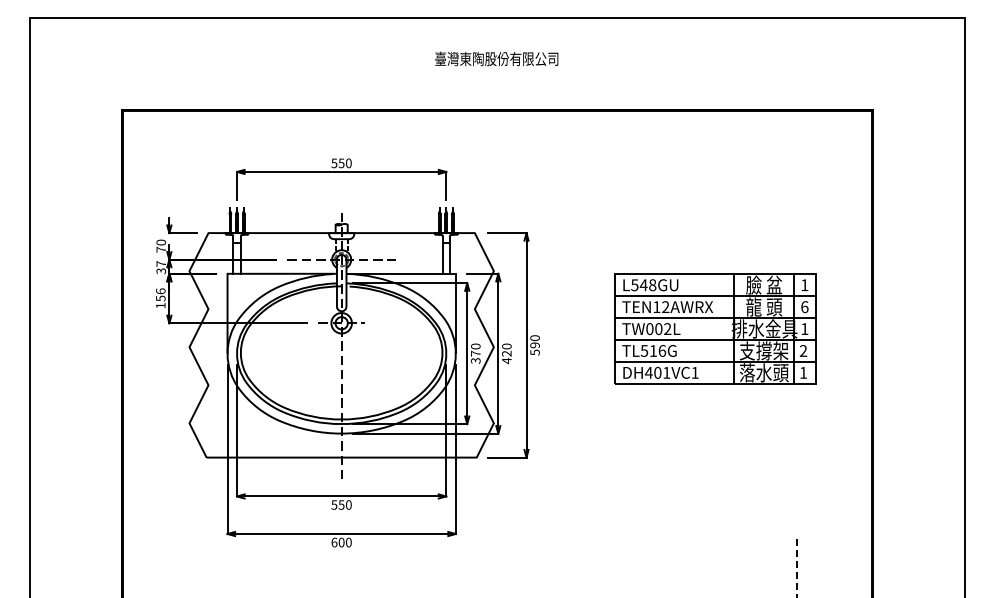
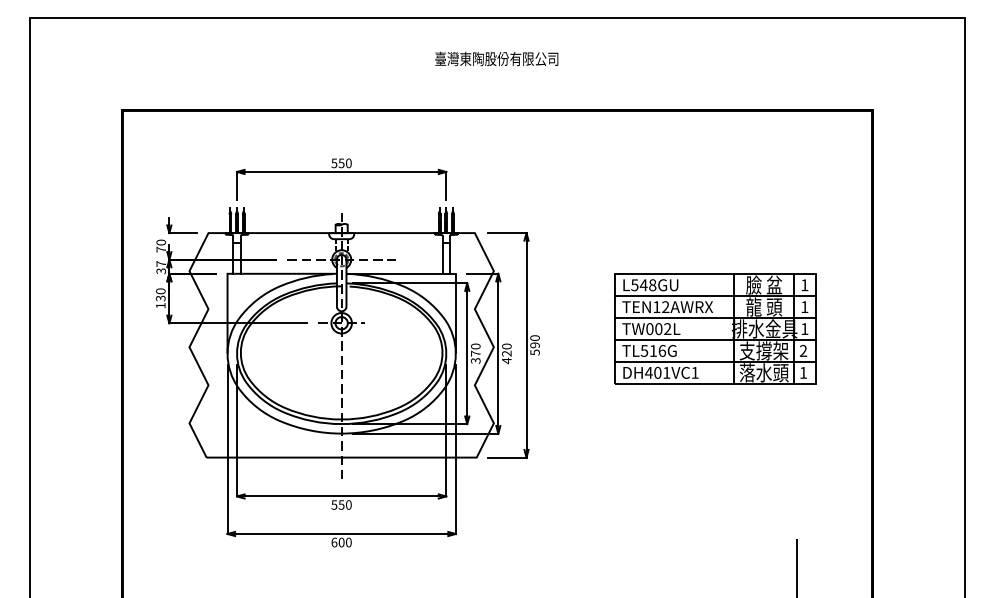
text at (160, 294): 156 -> 130
text at (804, 307): 6 -> 1
line at (796, 568): dashed -> solid
